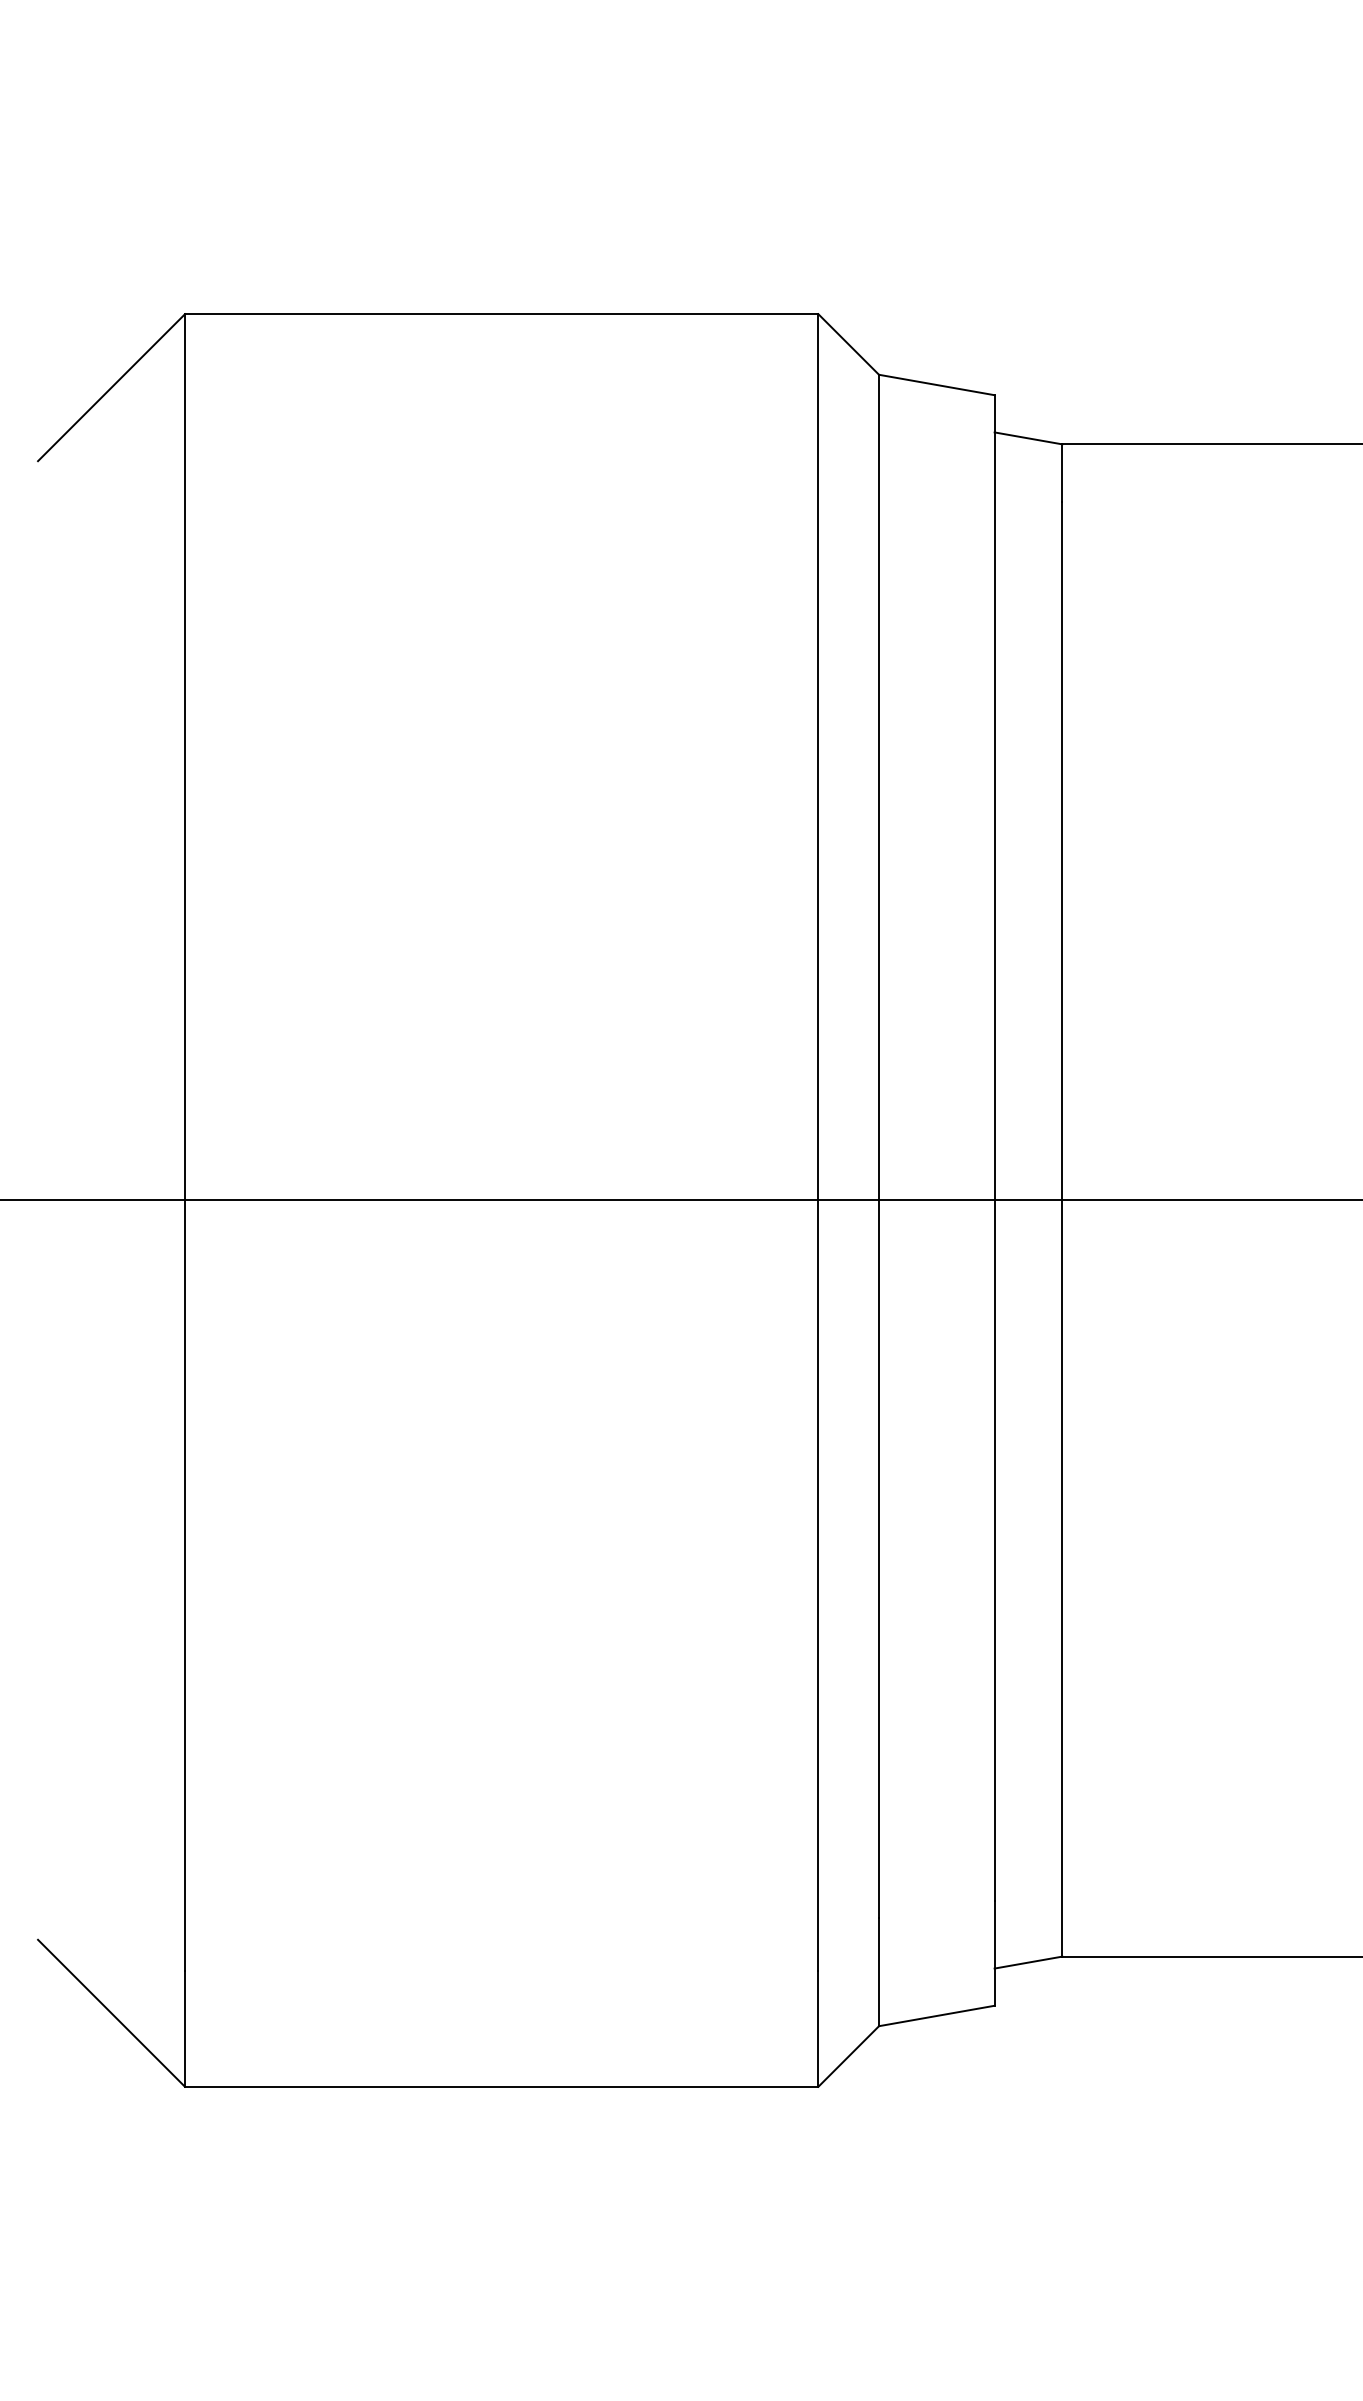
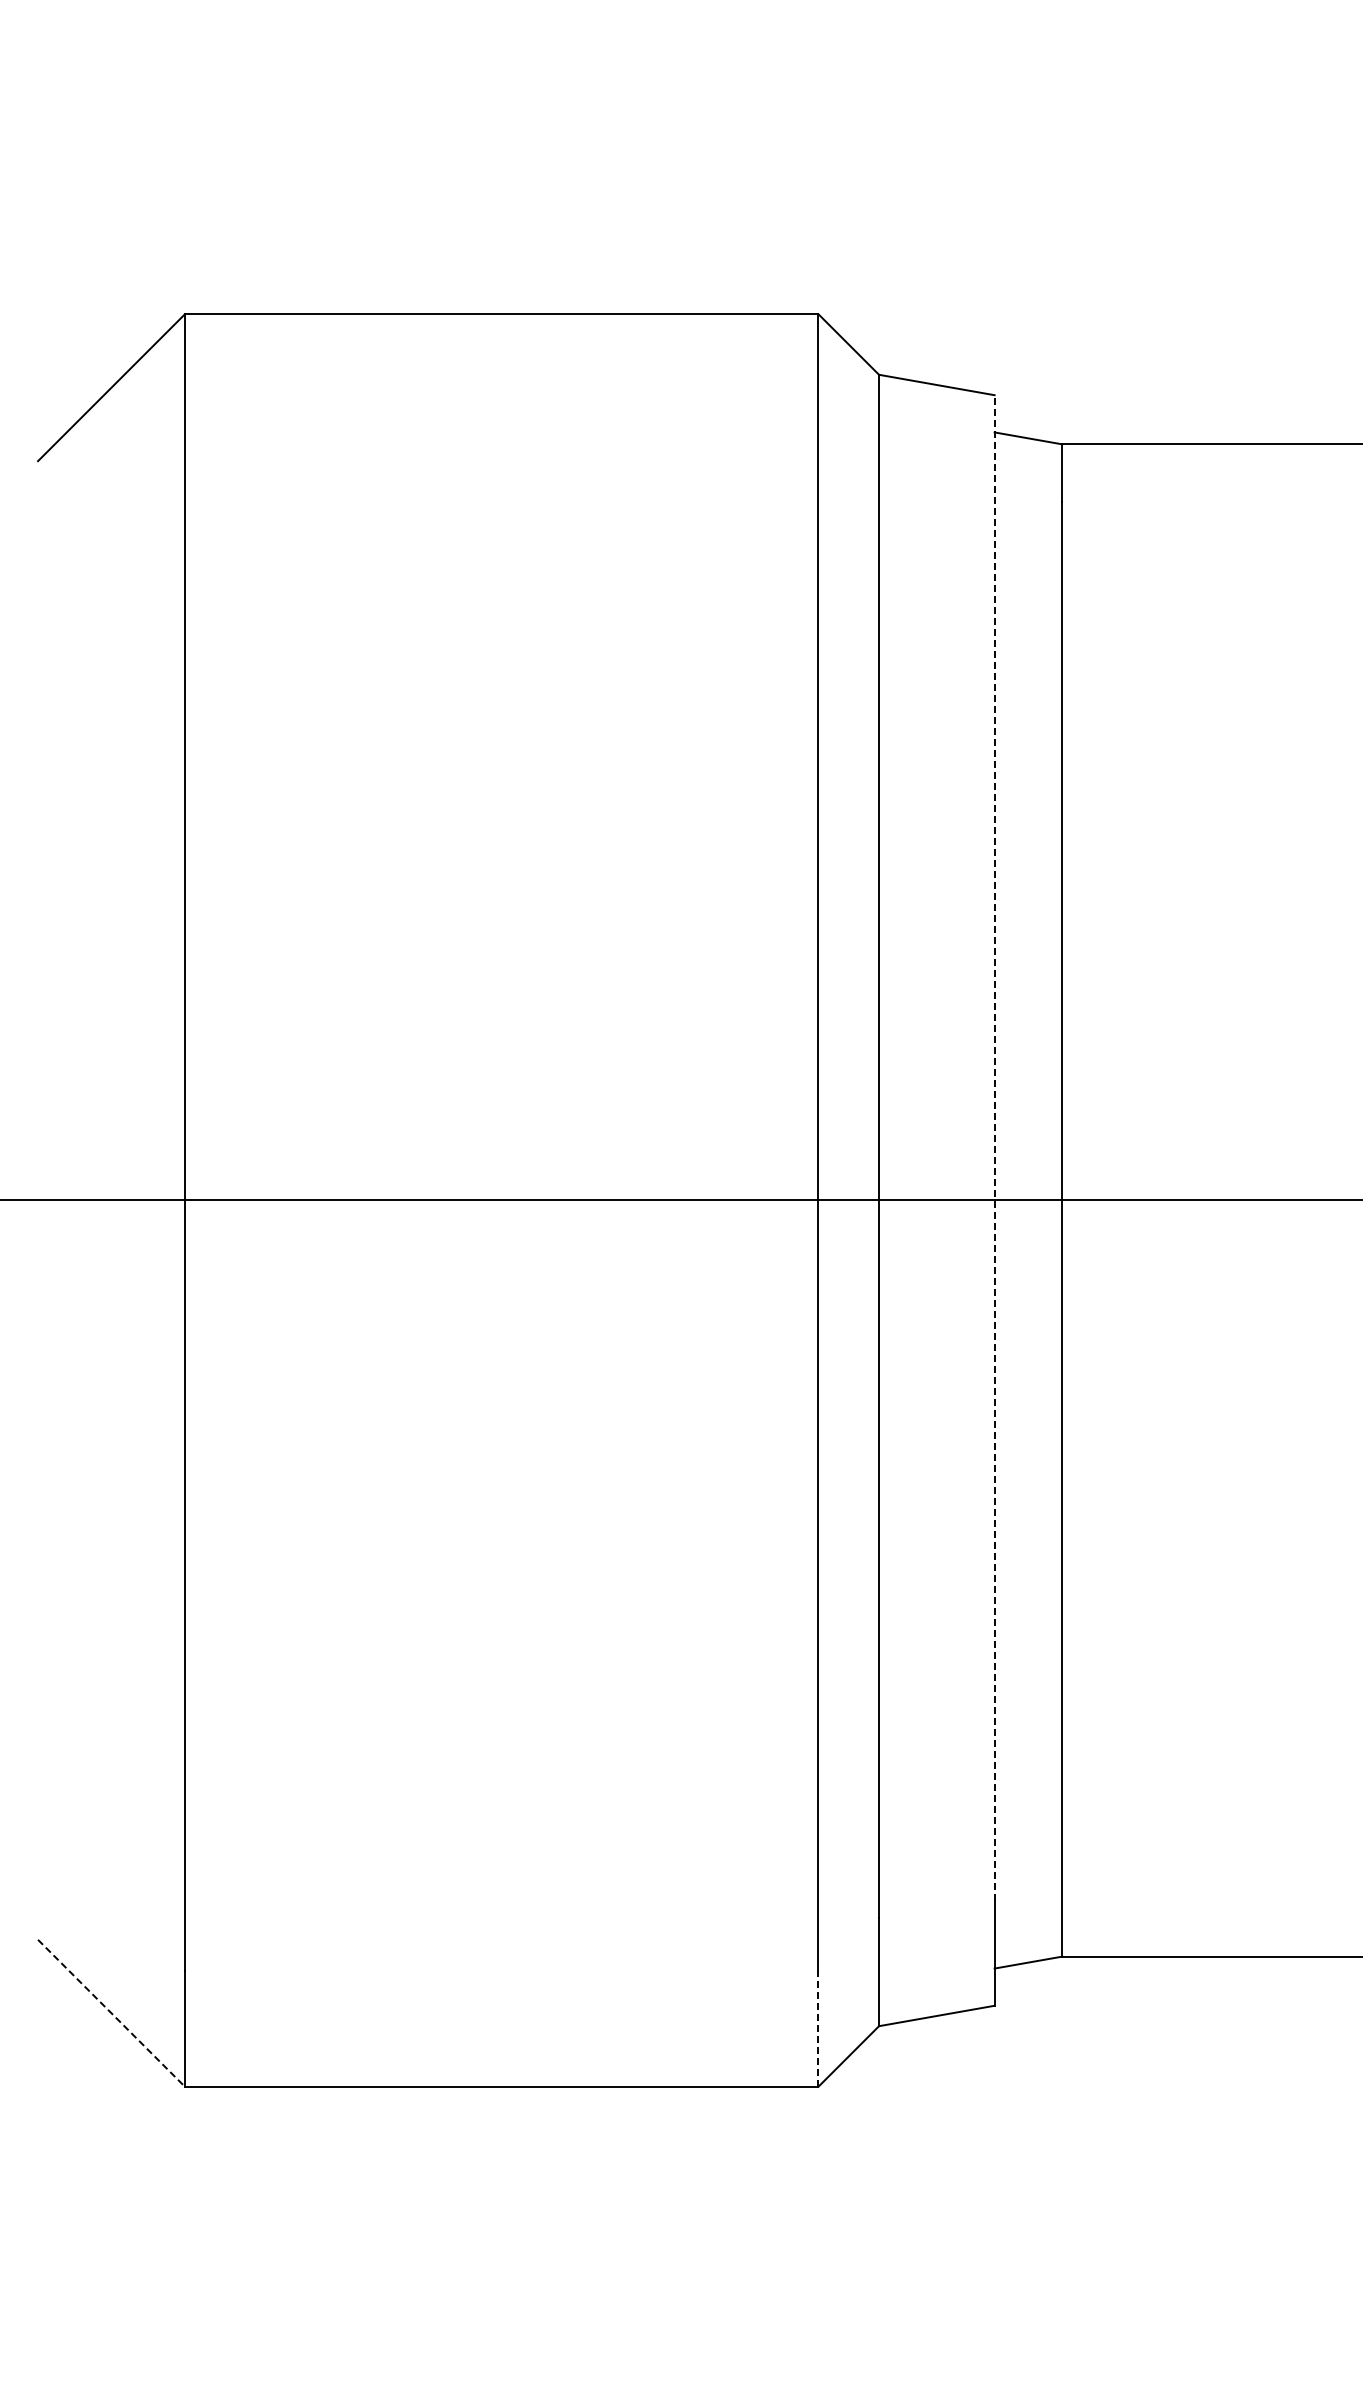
line at (994, 1147): solid -> dashed
line at (111, 2013): solid -> dashed
line at (818, 2029): solid -> dashed
